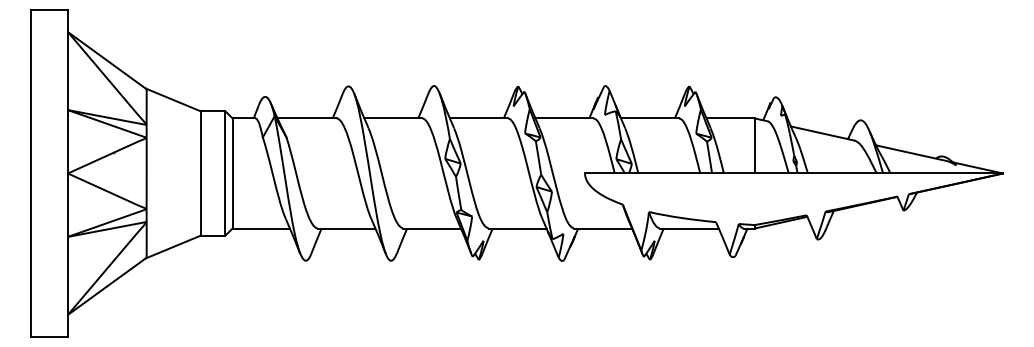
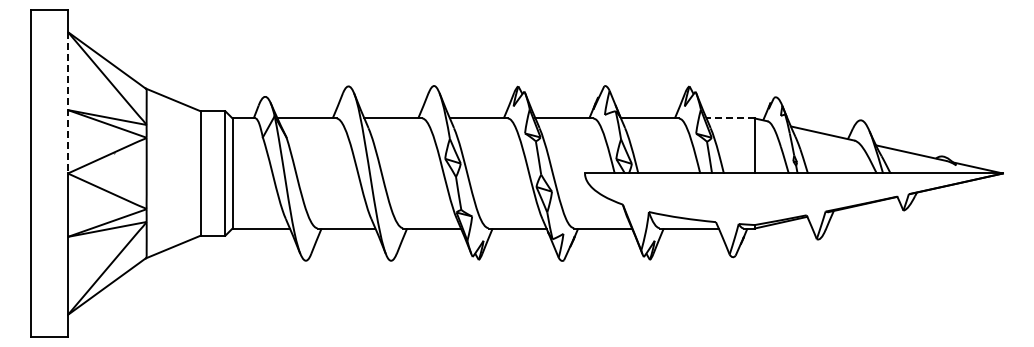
line at (67, 102): solid -> dashed
line at (730, 118): solid -> dashed
